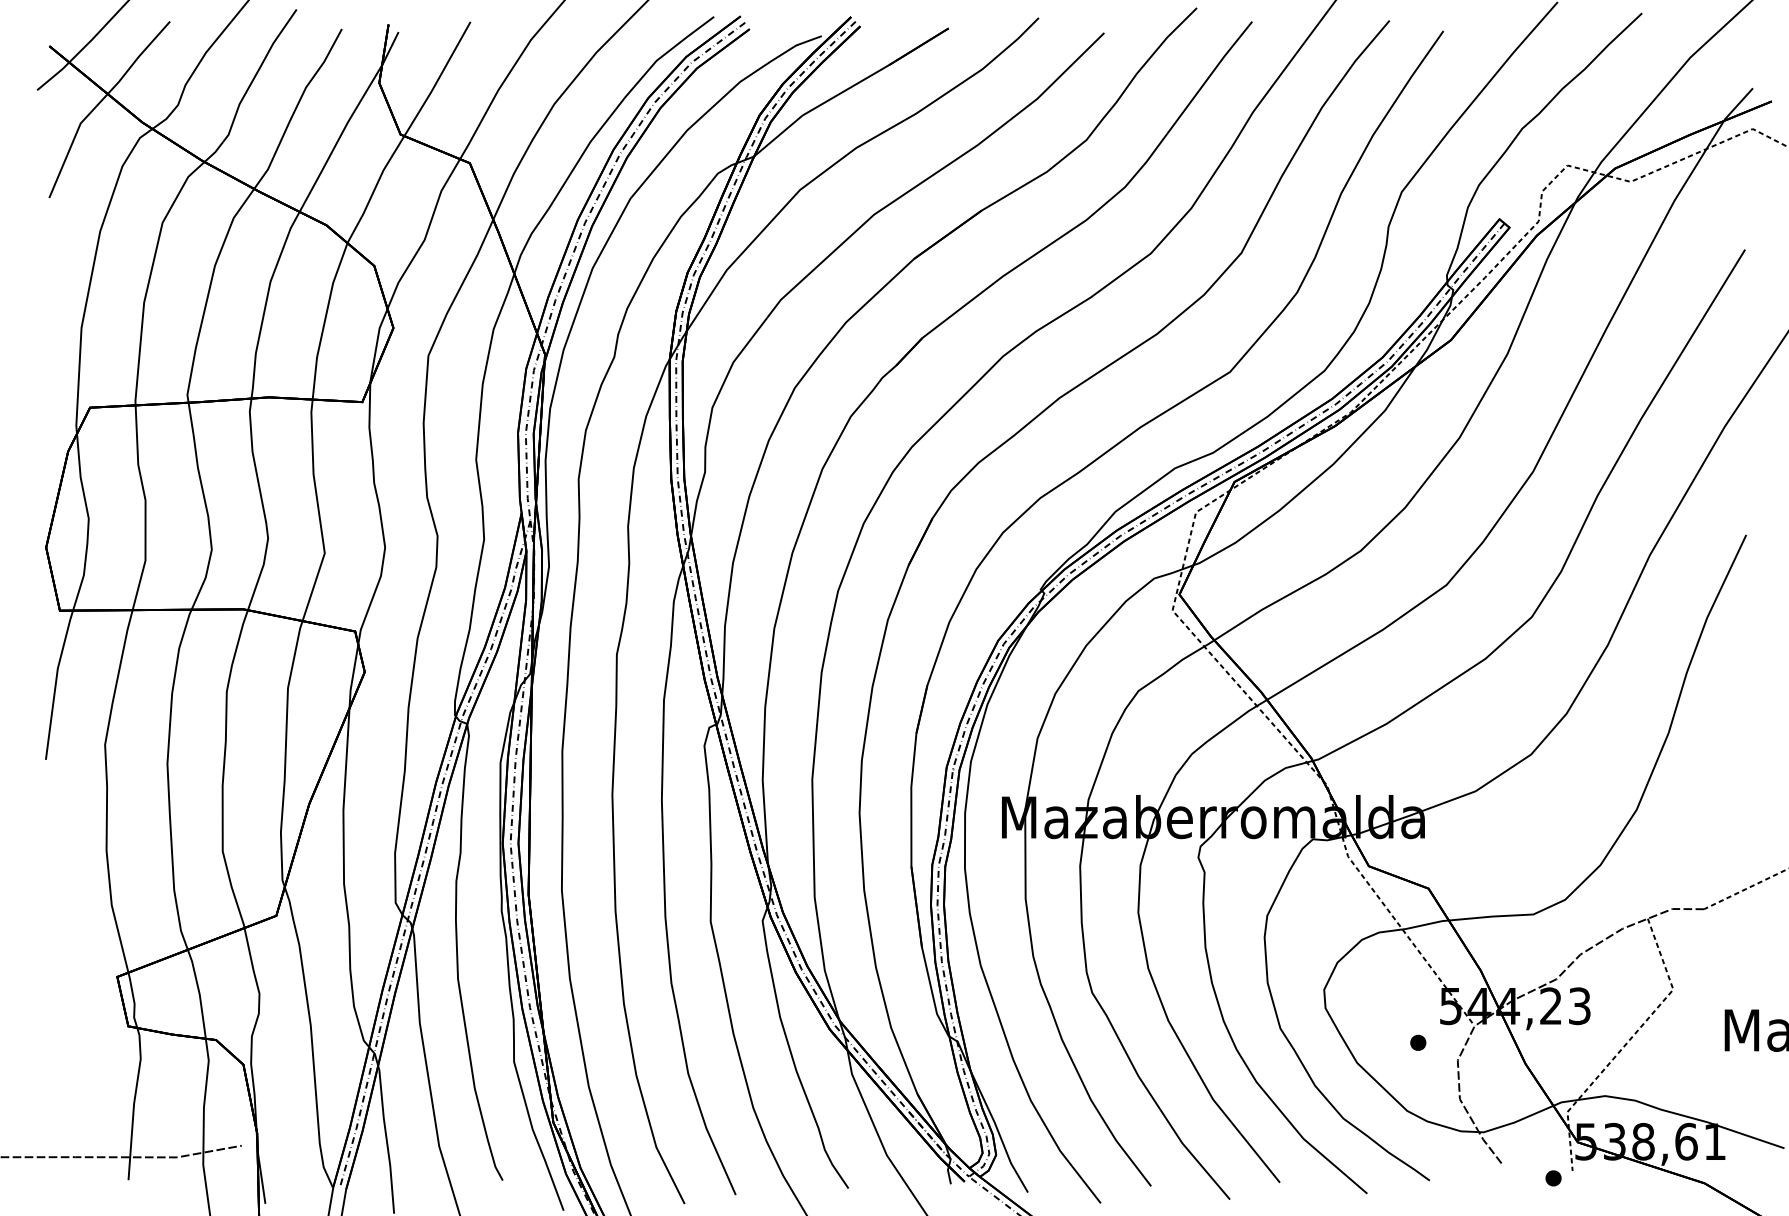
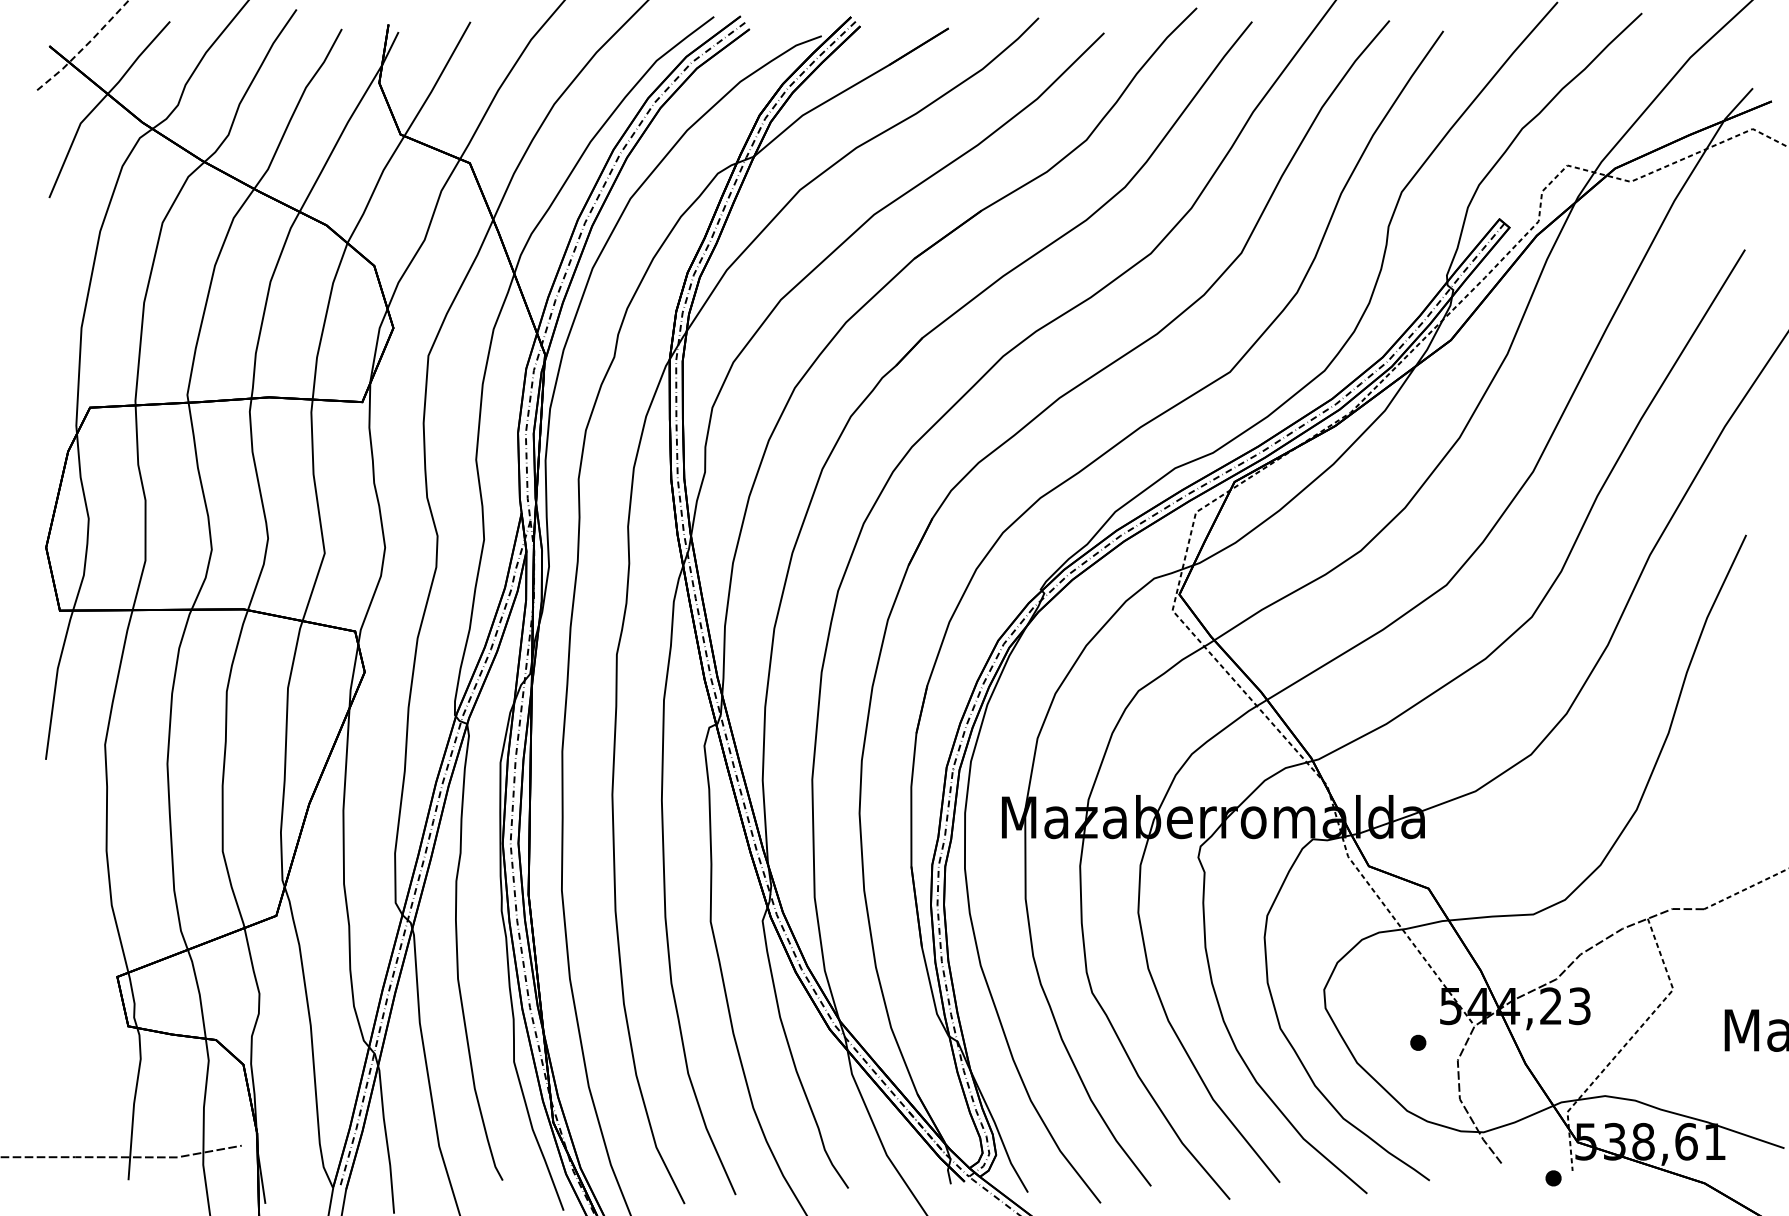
line at (84, 47): solid -> dashed
